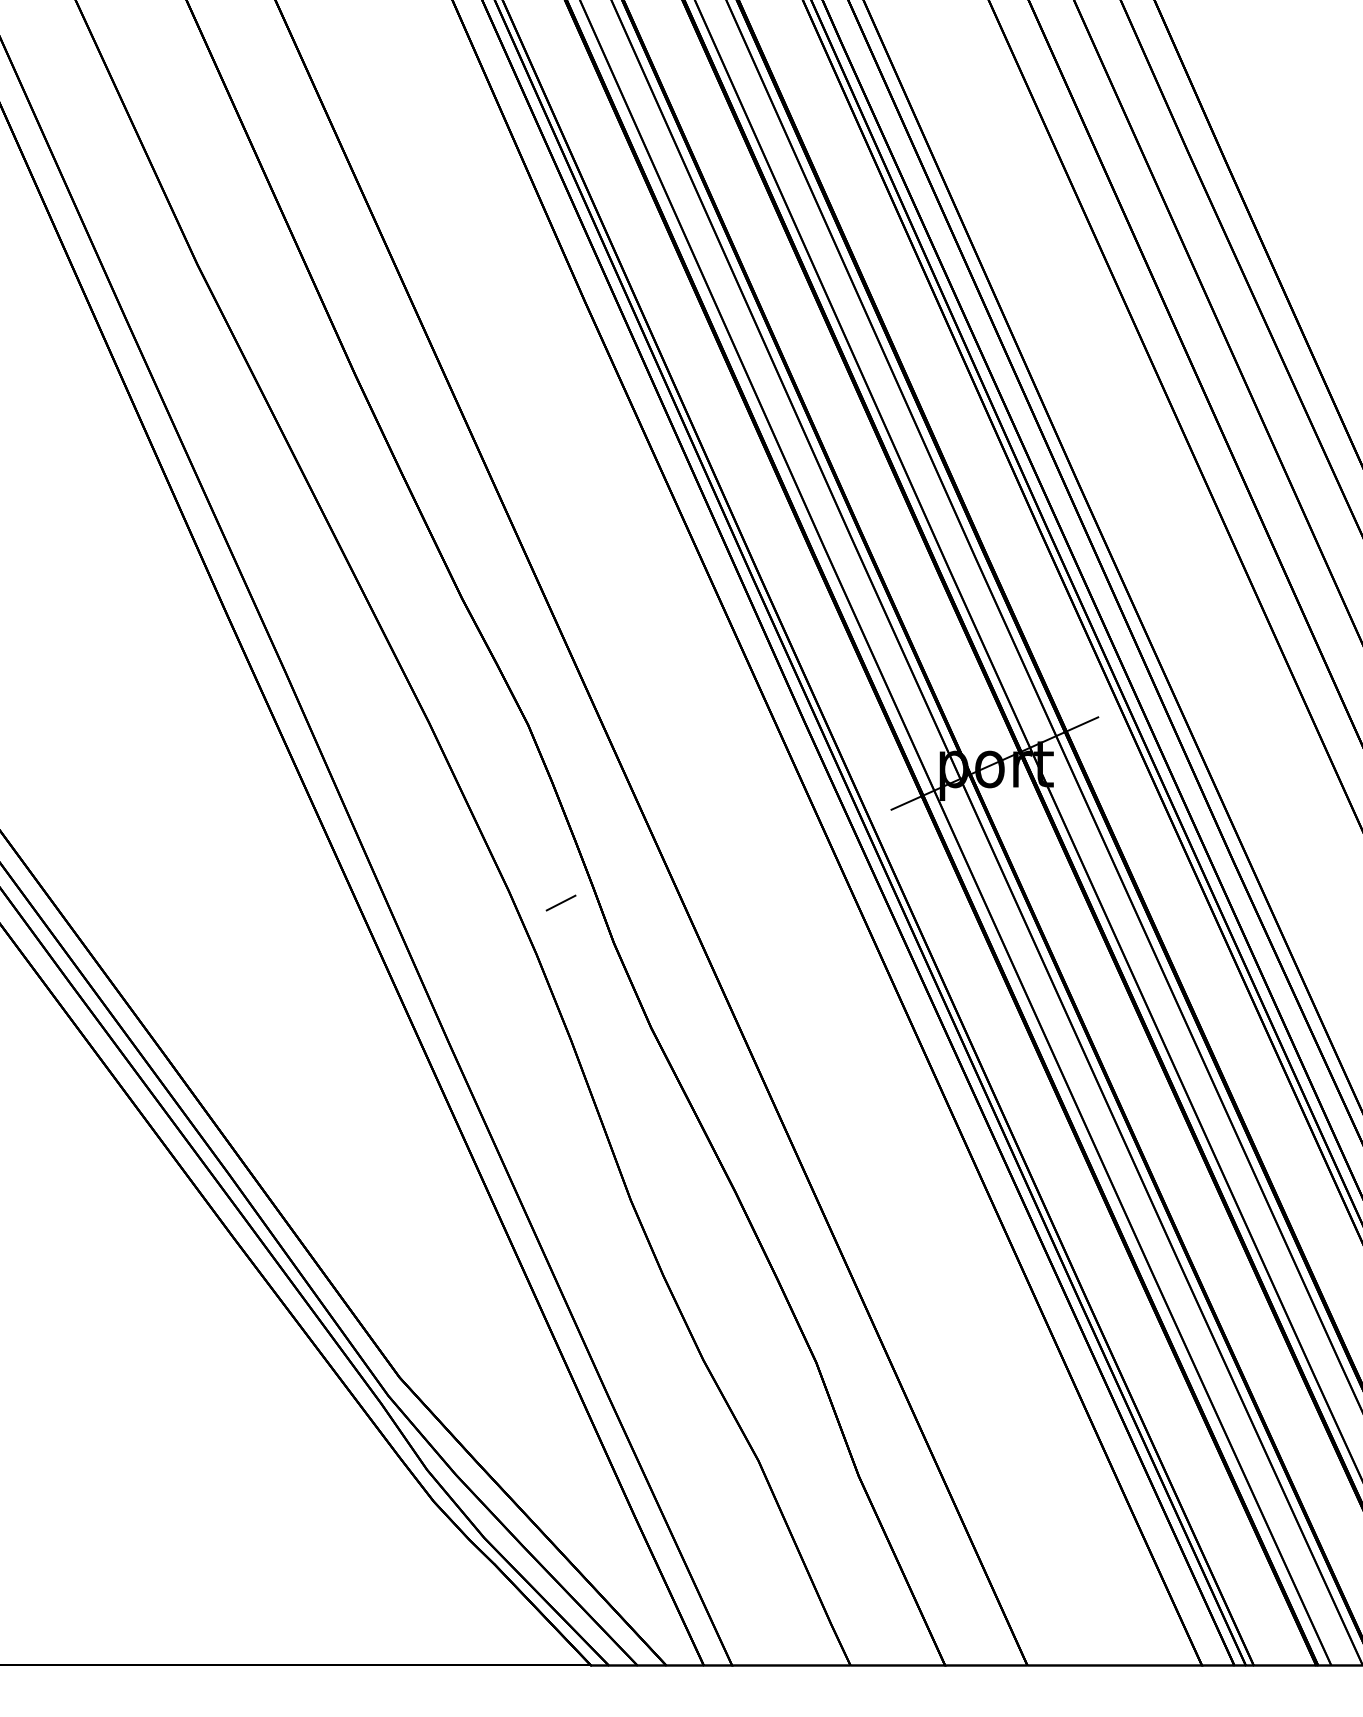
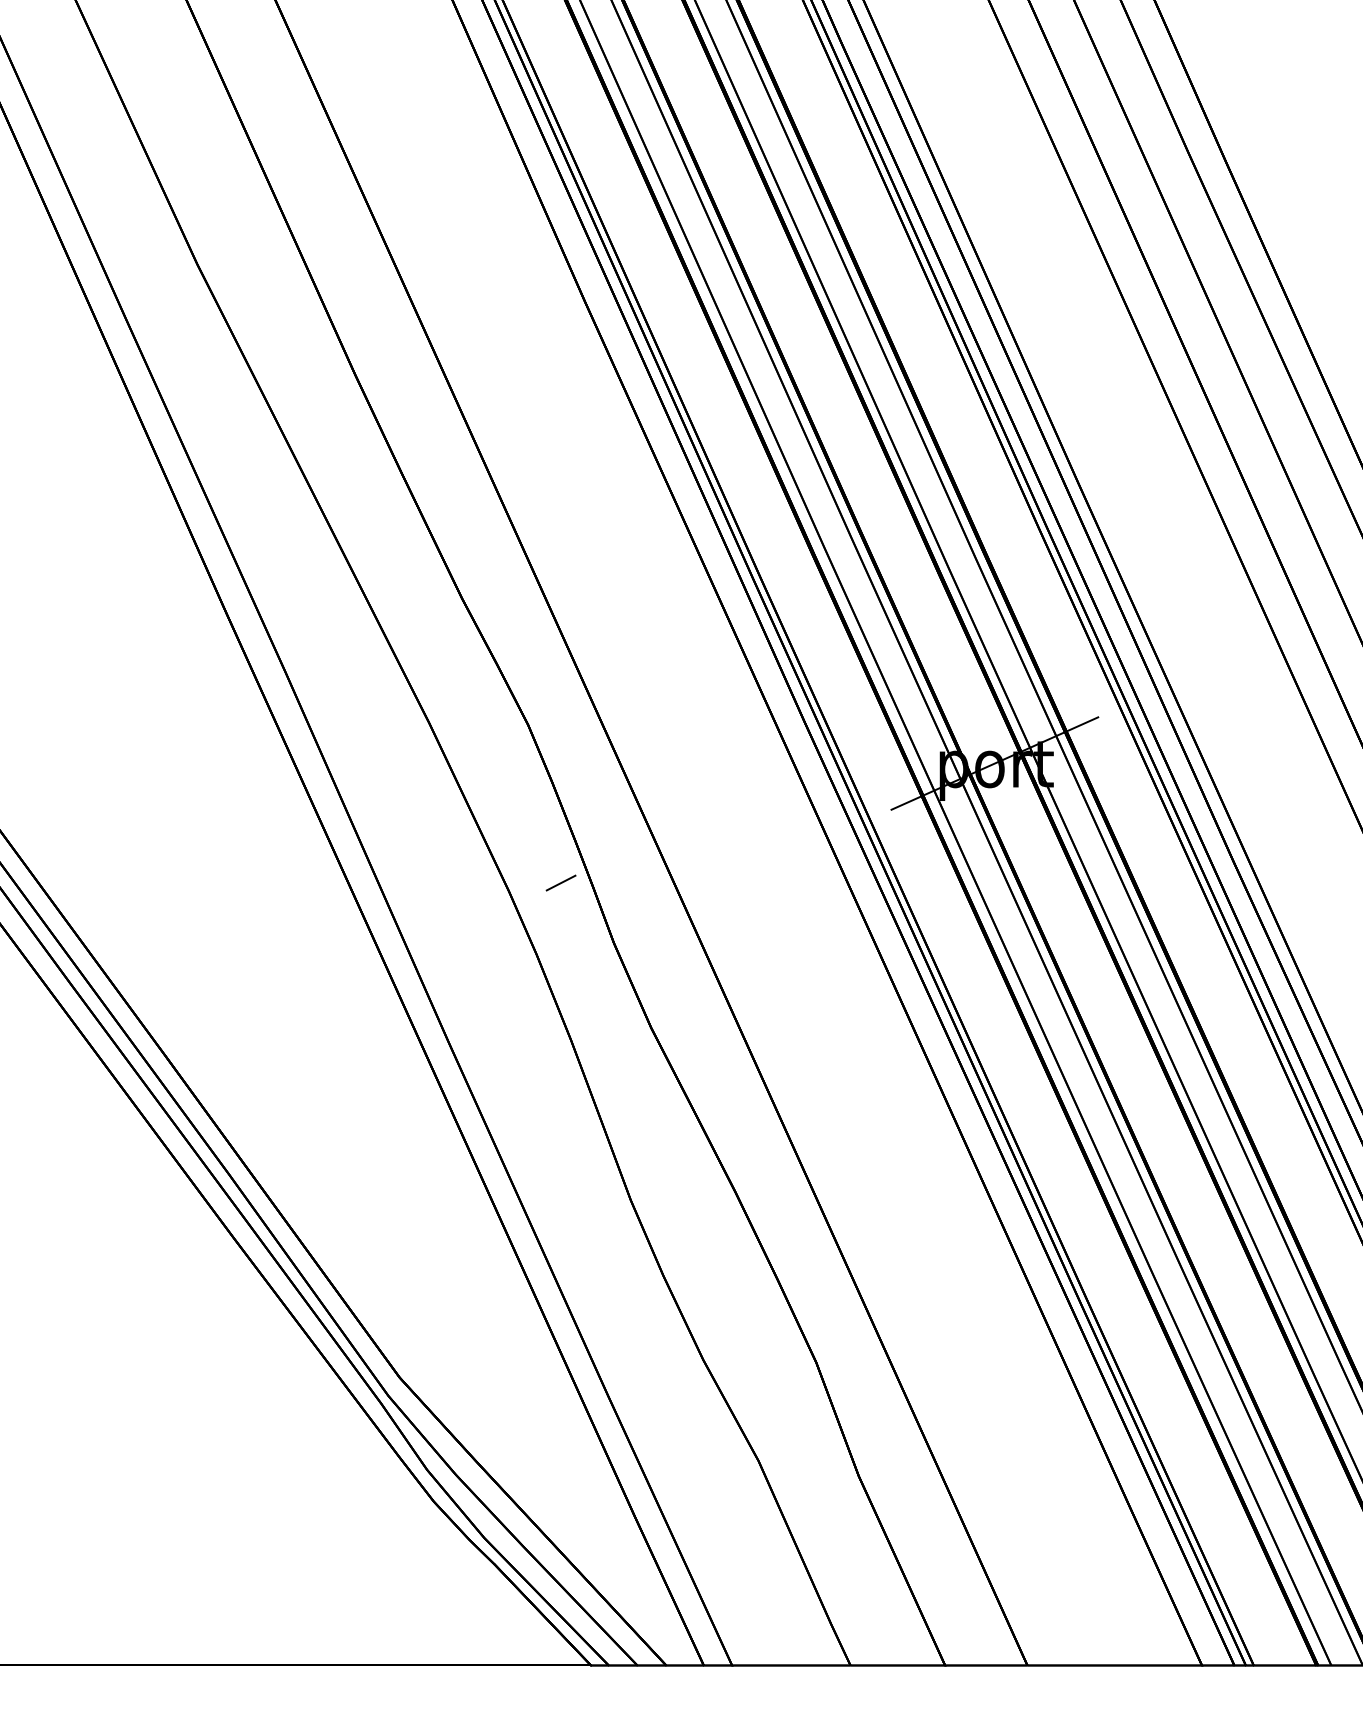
line at (560, 902) position: (560, 902) -> (560, 882)
